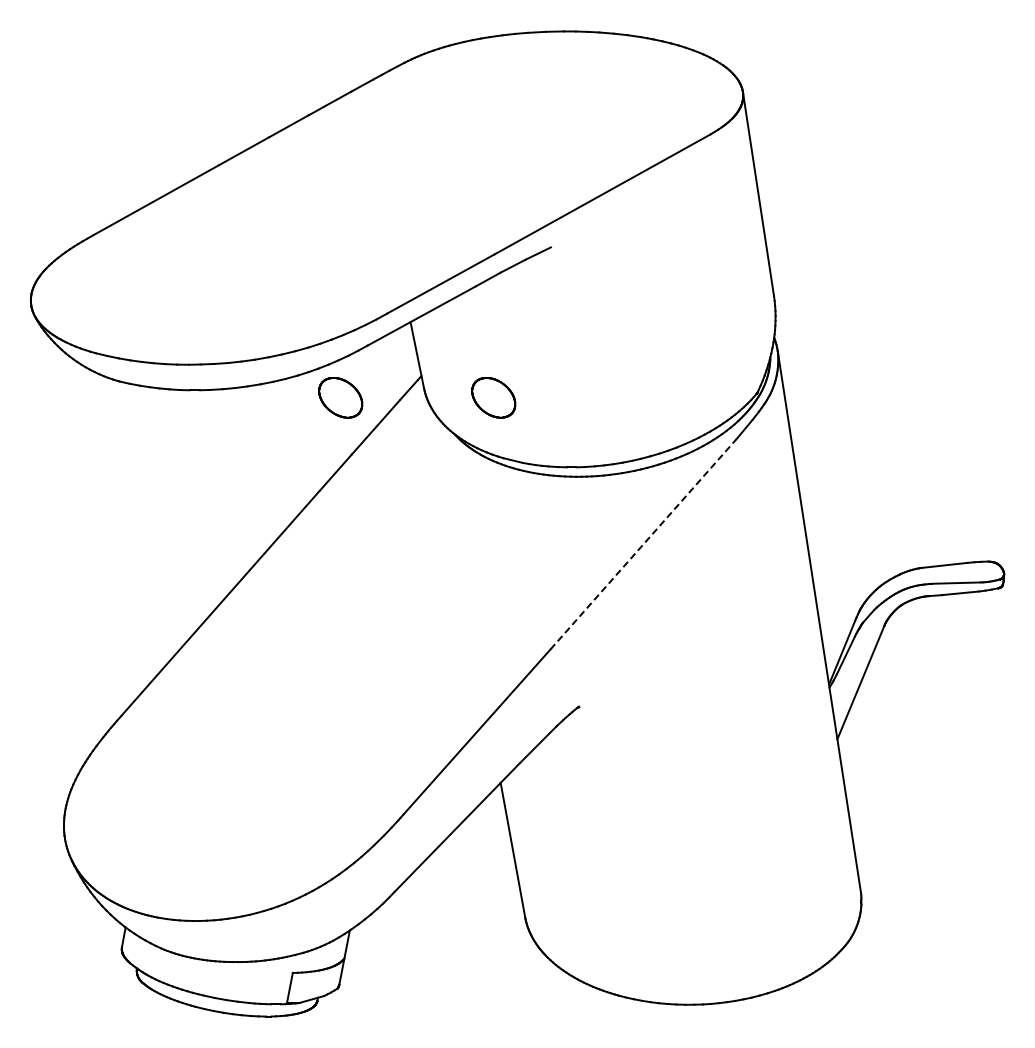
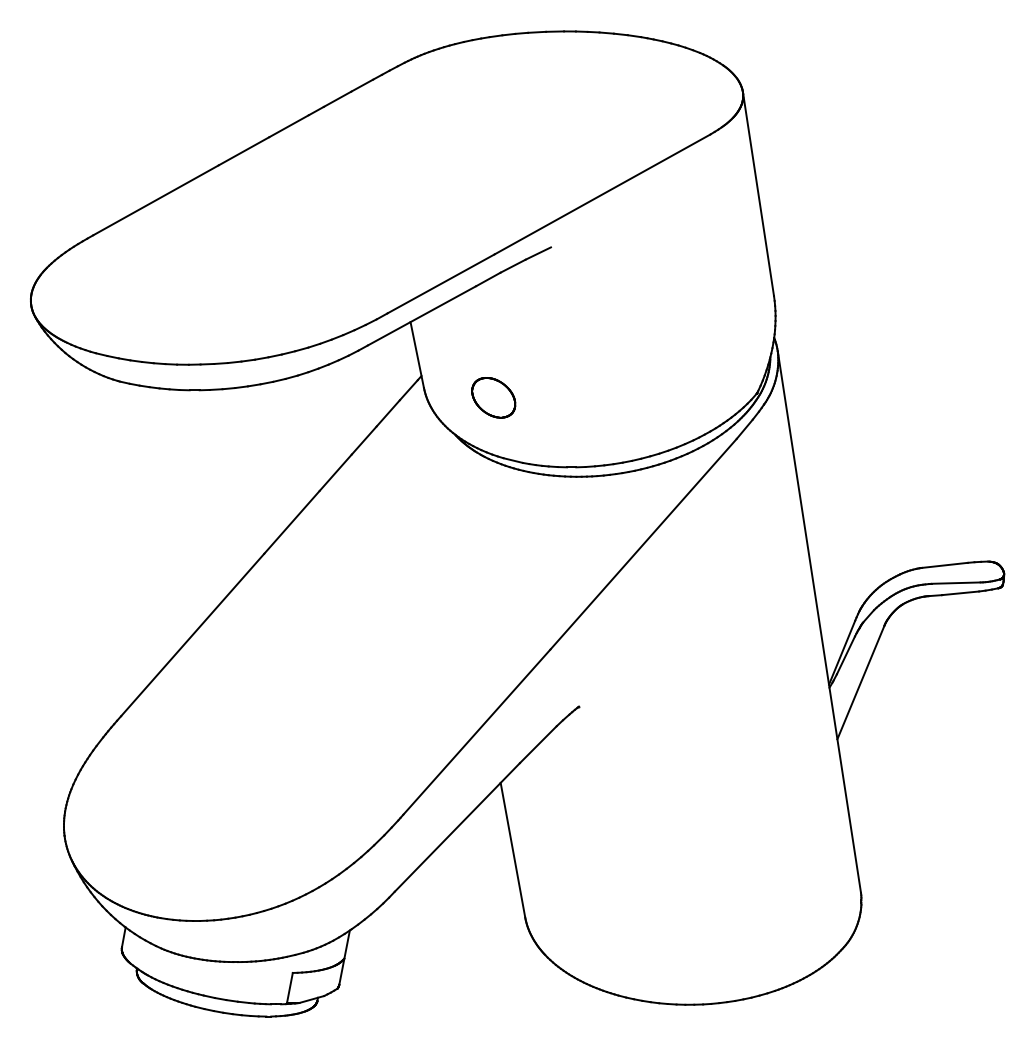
part at (340, 397): present -> none
line at (643, 544): dashed -> solid
